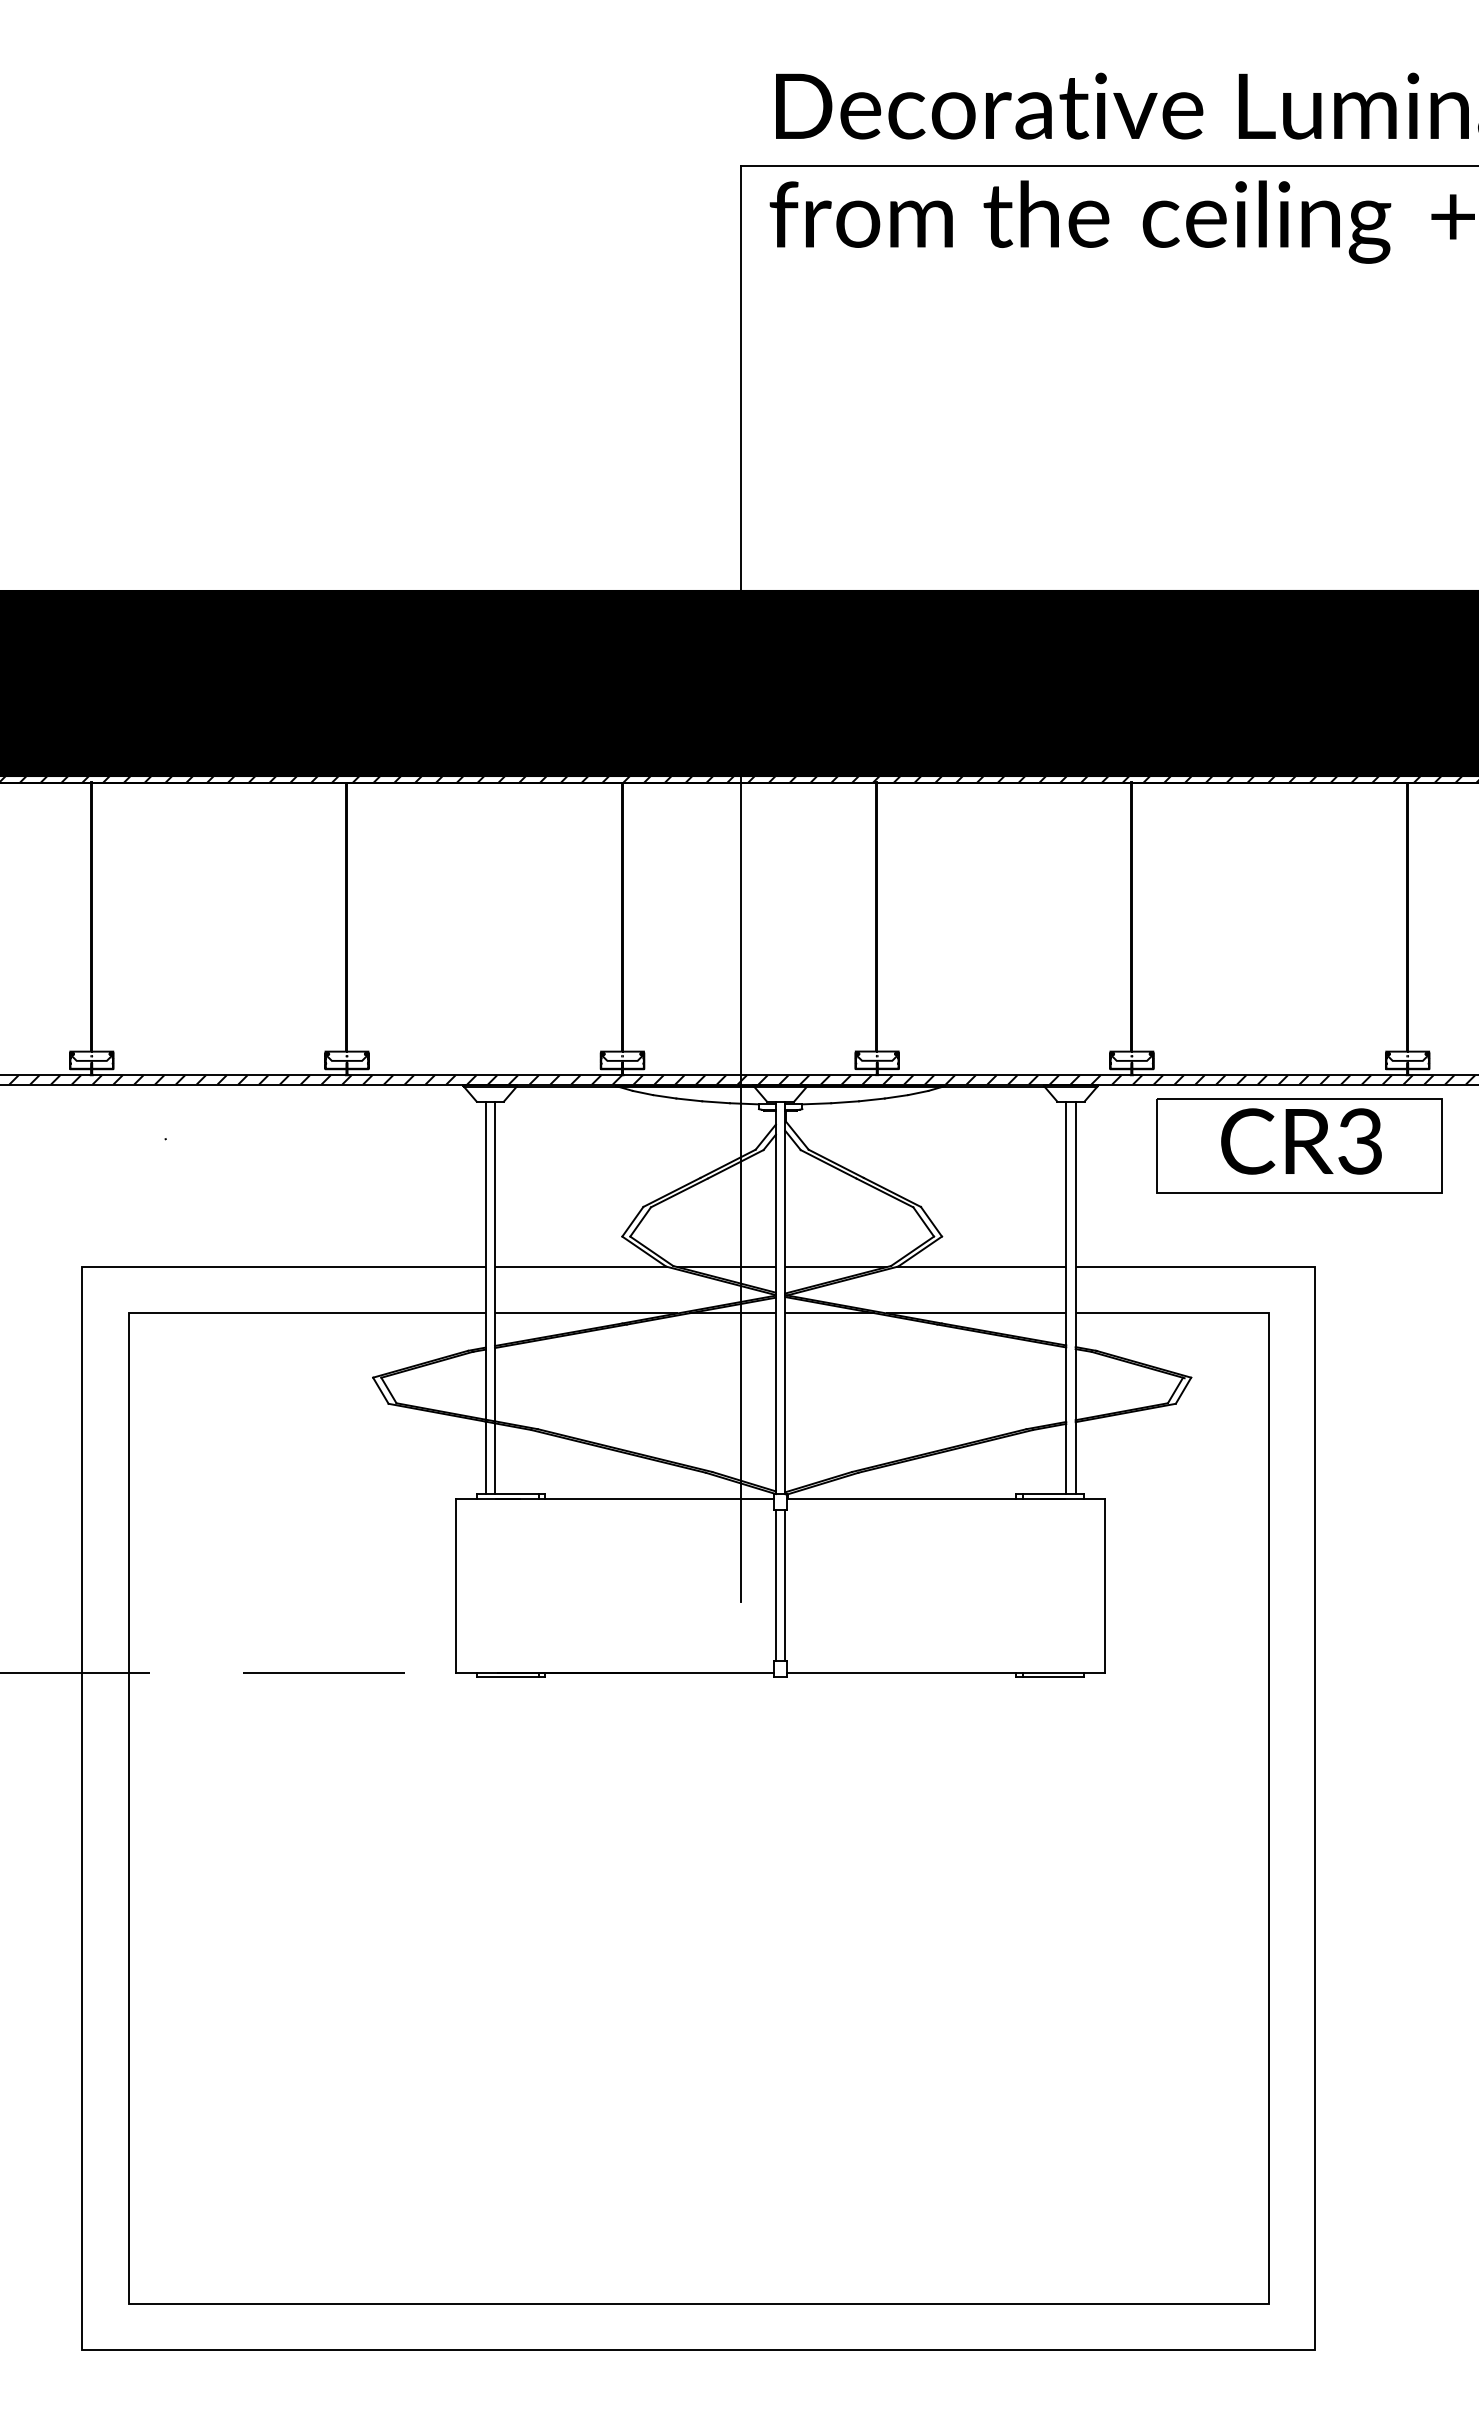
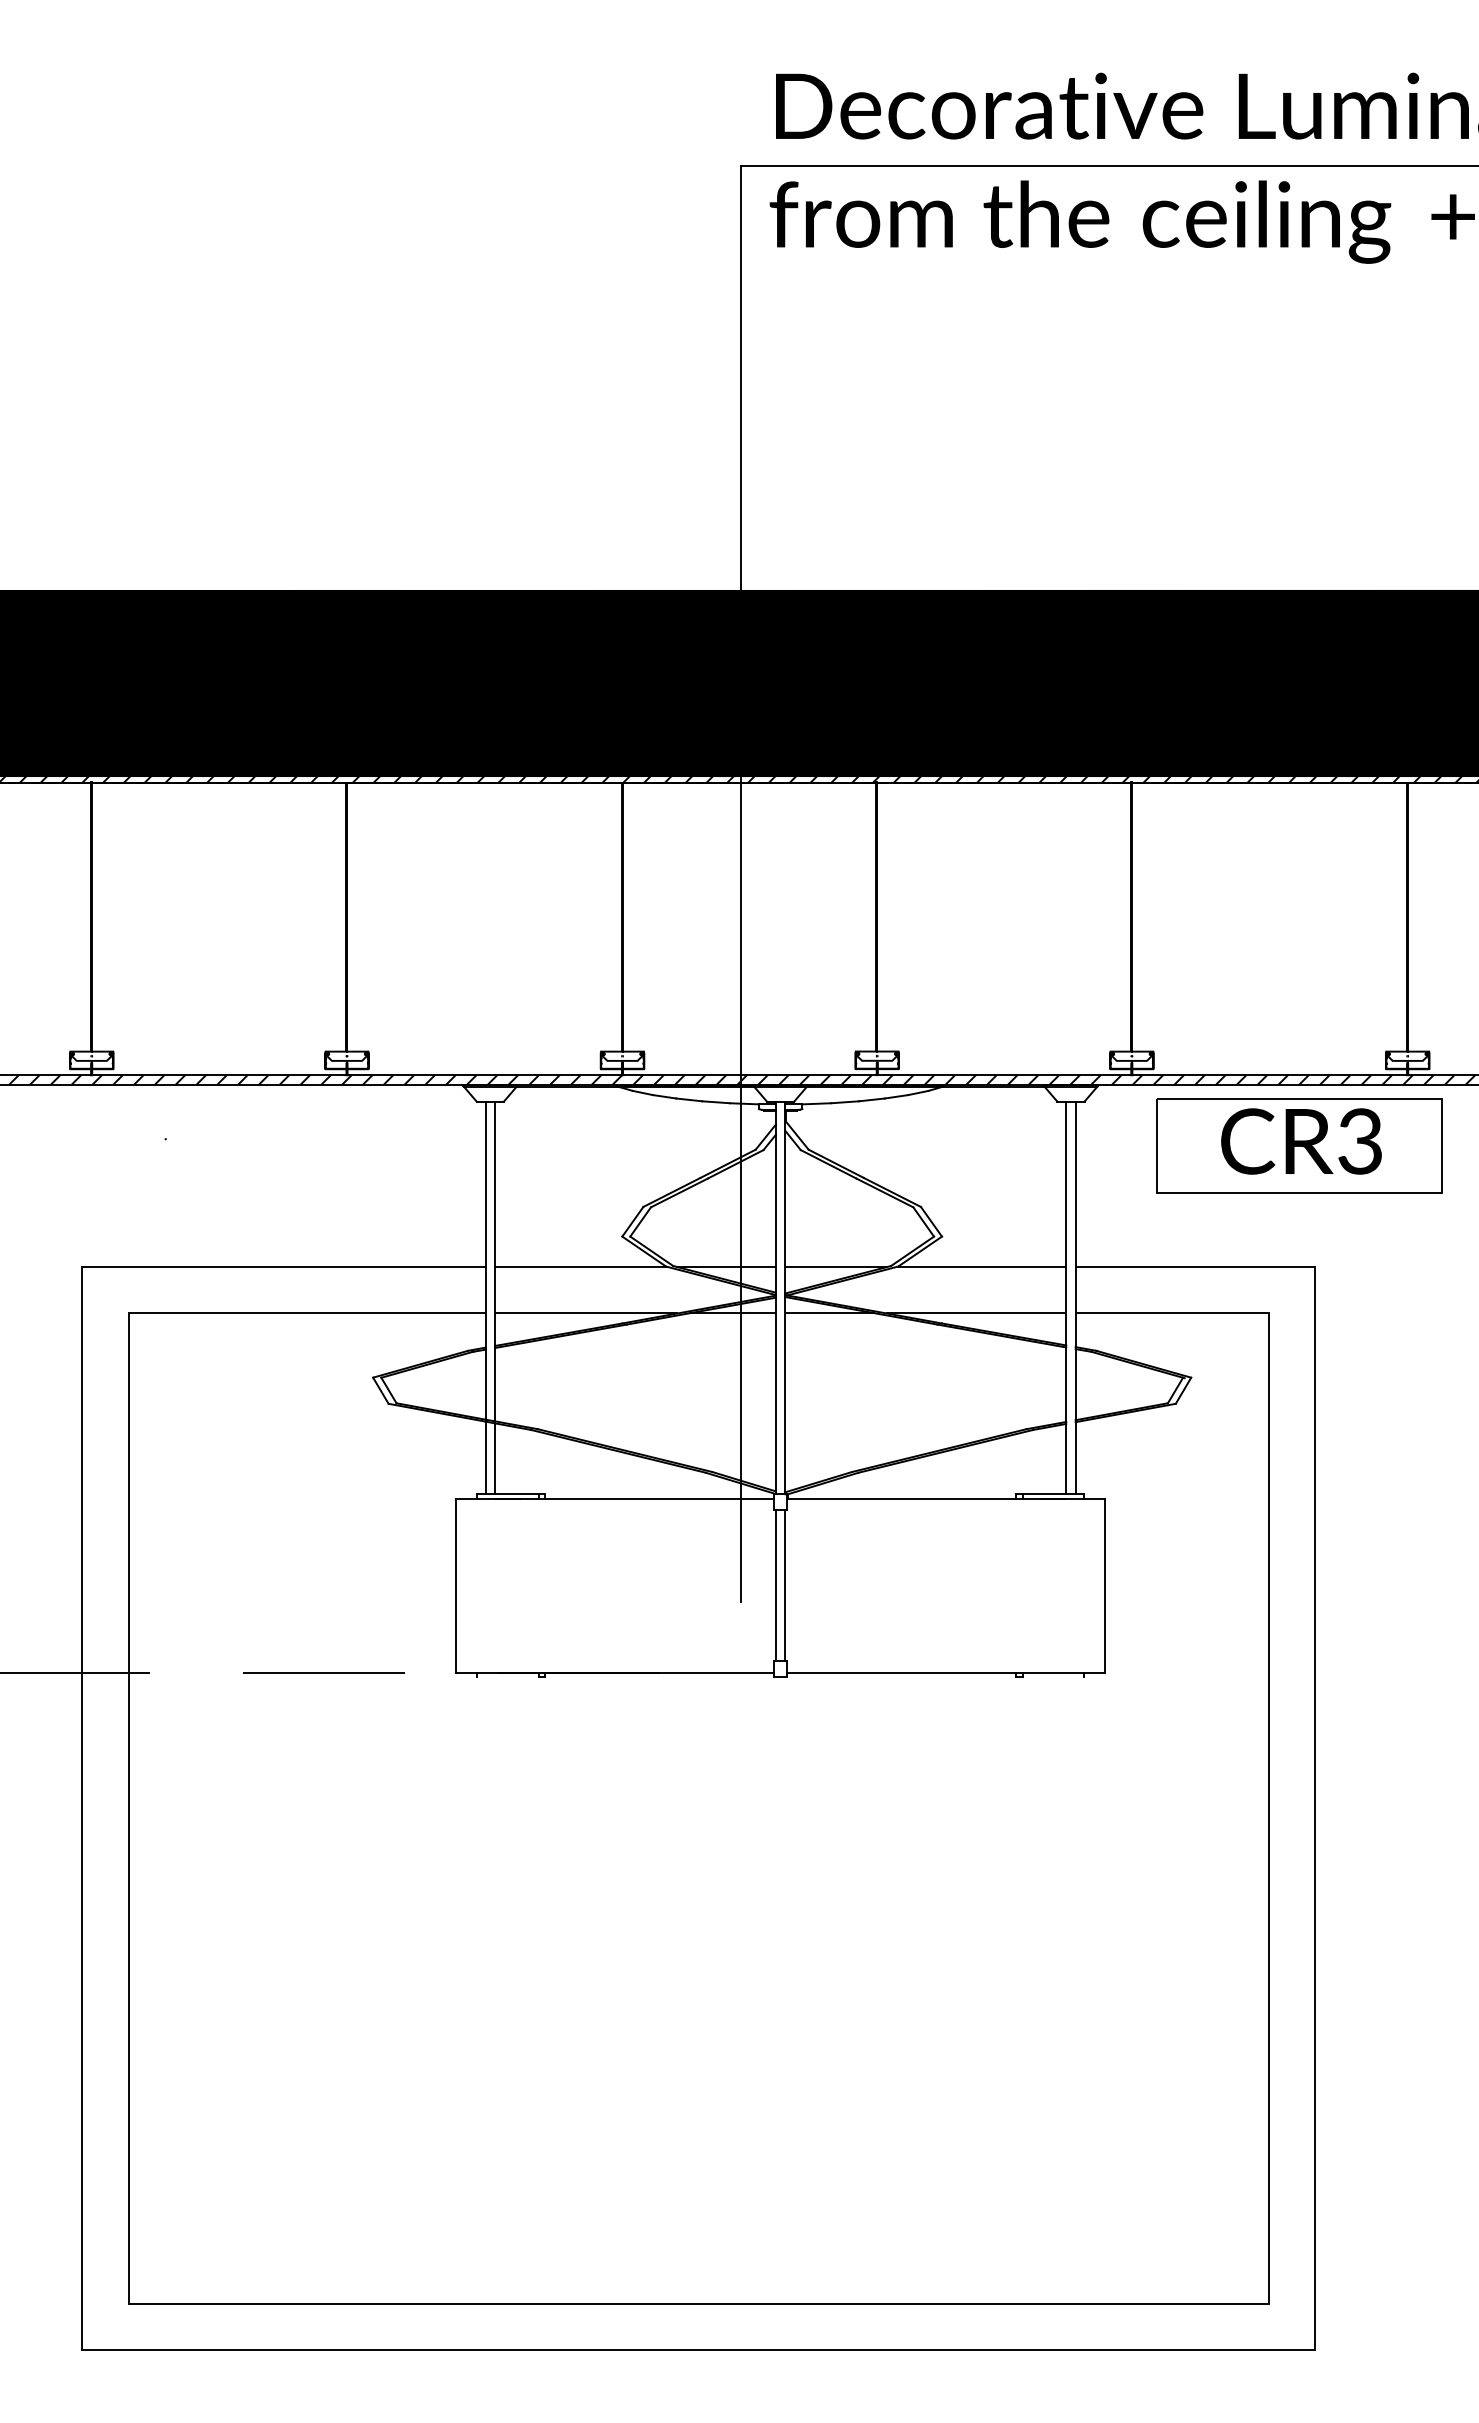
line at (507, 1677): present -> none
line at (1052, 1677): present -> none
